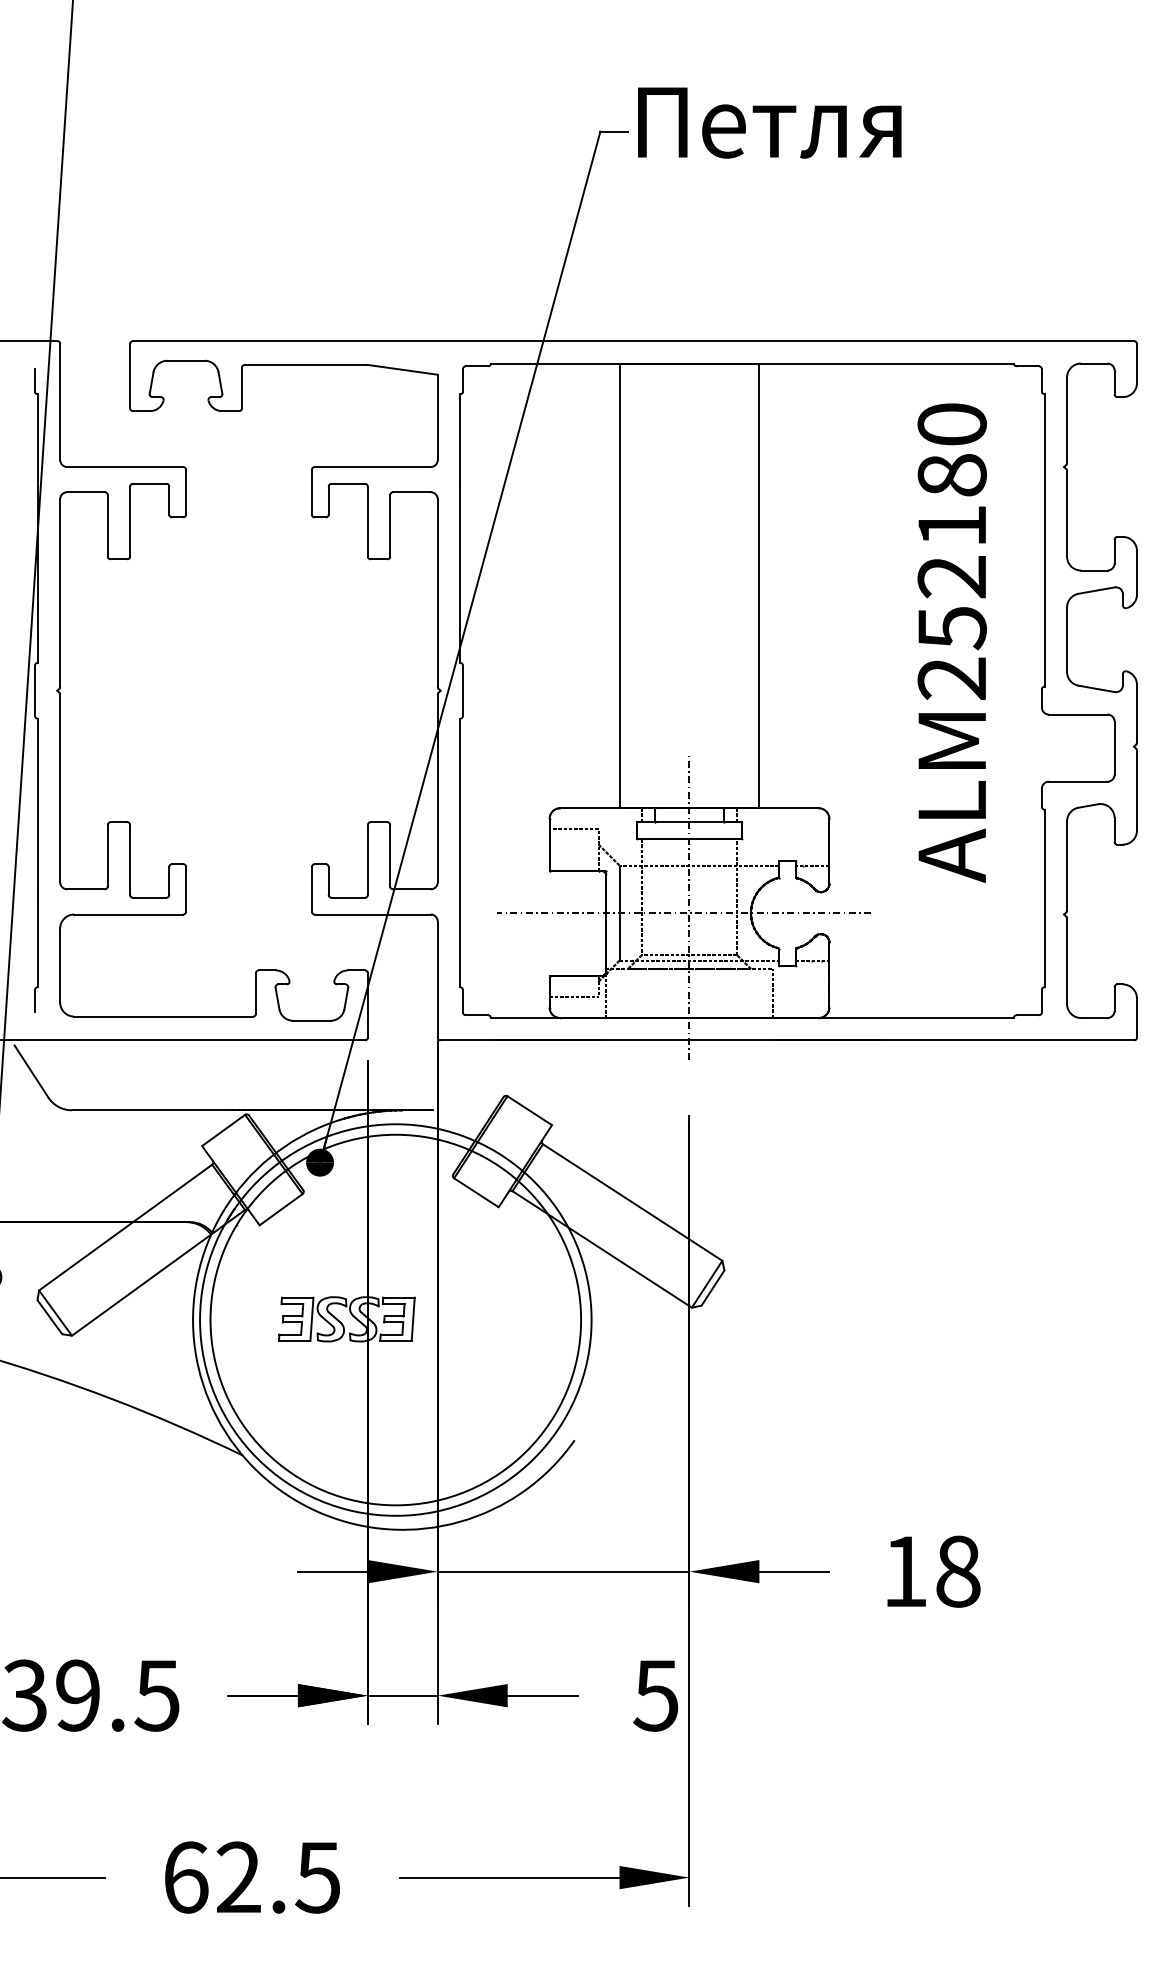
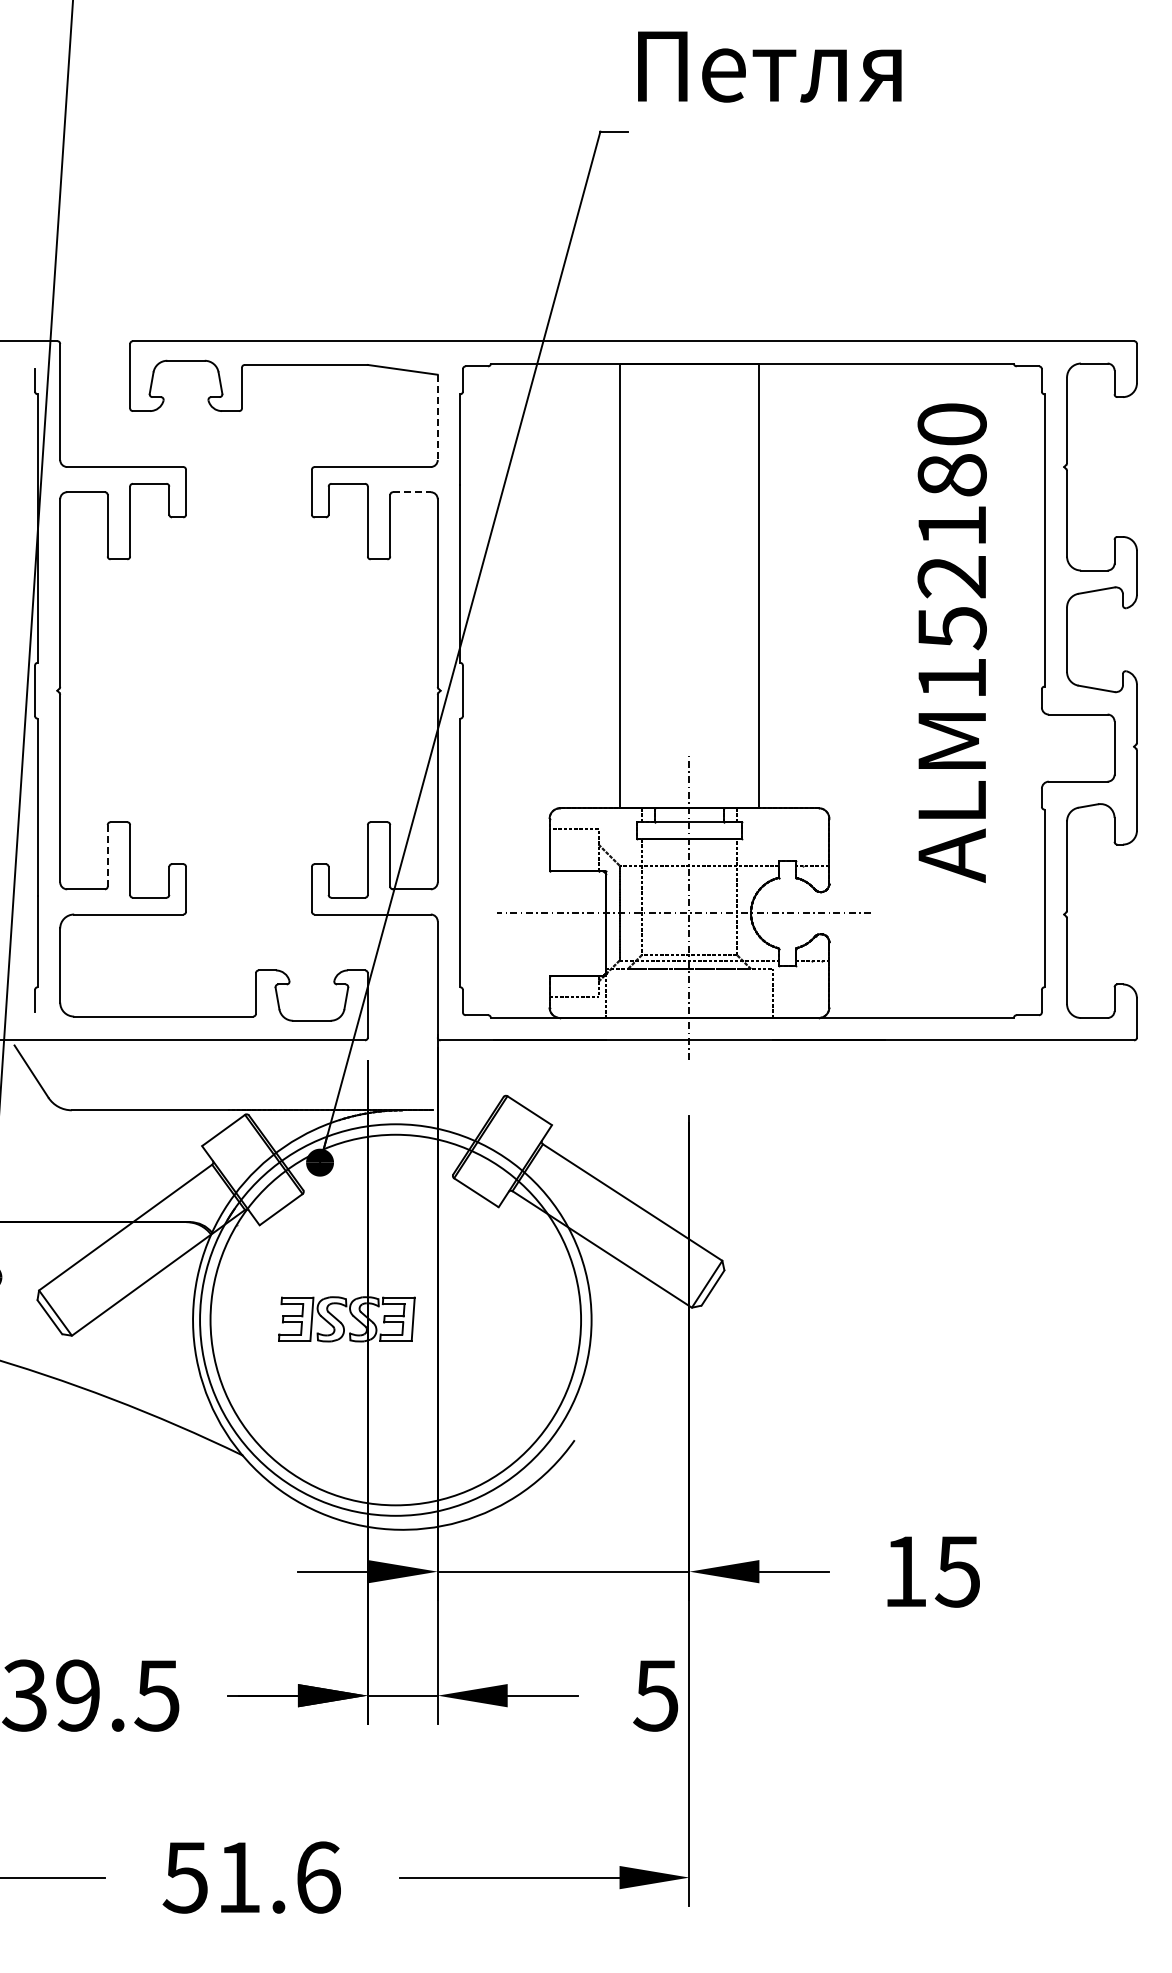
text at (769, 122) position: (769, 122) -> (769, 66)
line at (437, 417): solid -> dashed
line at (411, 492): solid -> dashed
text at (951, 678): ALM252180 -> ALM152180
line at (107, 855): solid -> dashed
text at (957, 1571): 18 -> 15
text at (251, 1877): 62.5 -> 51.6
